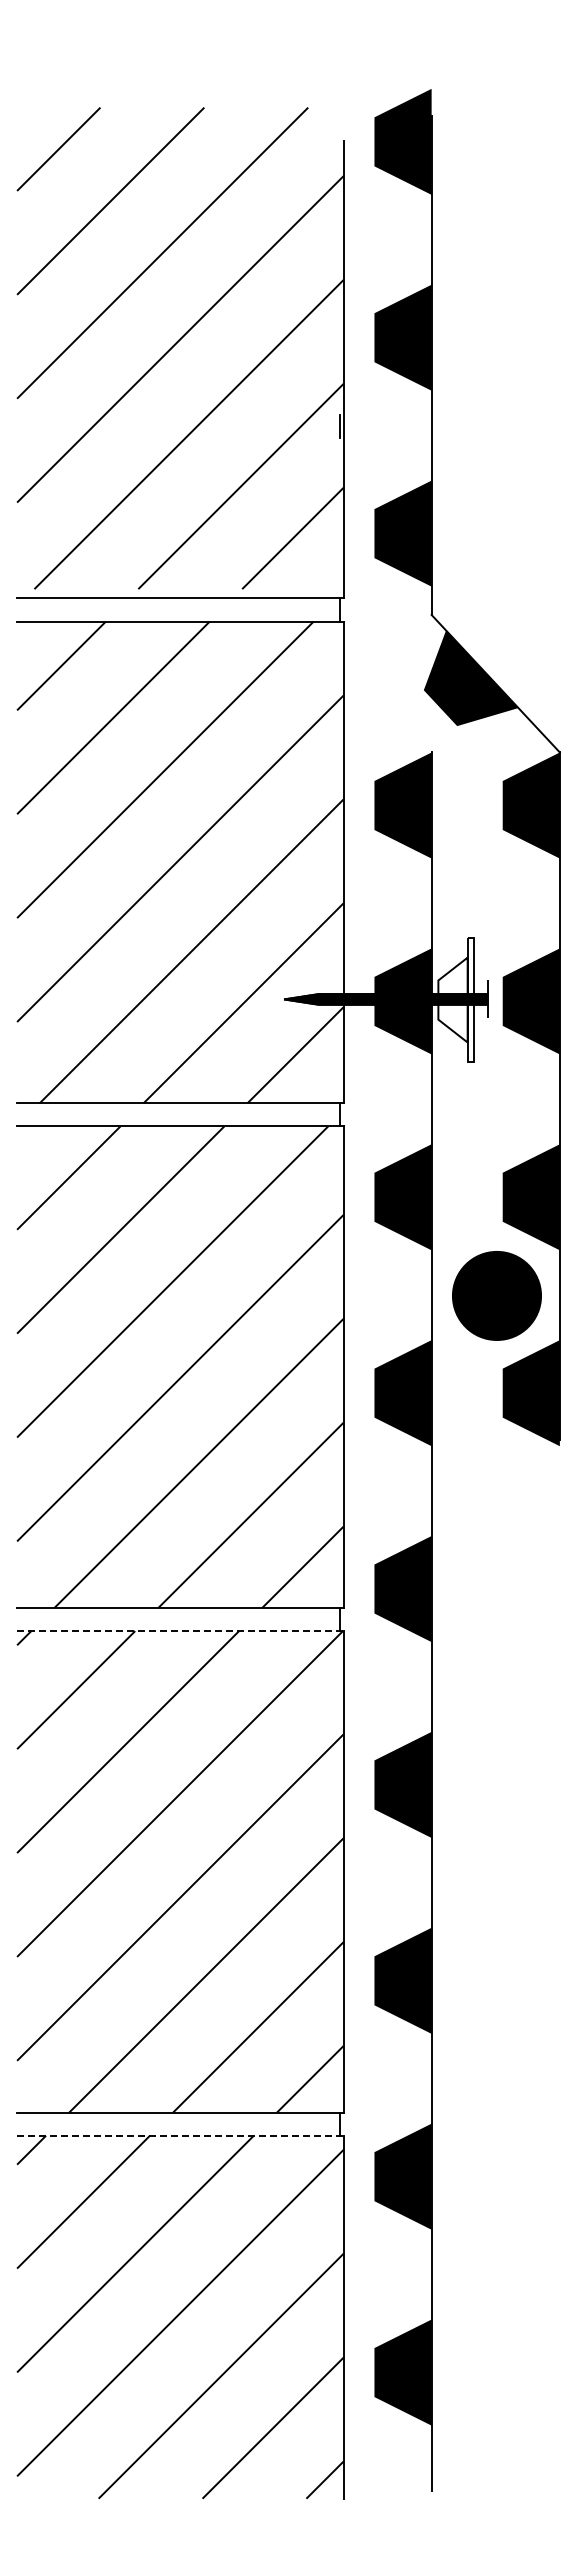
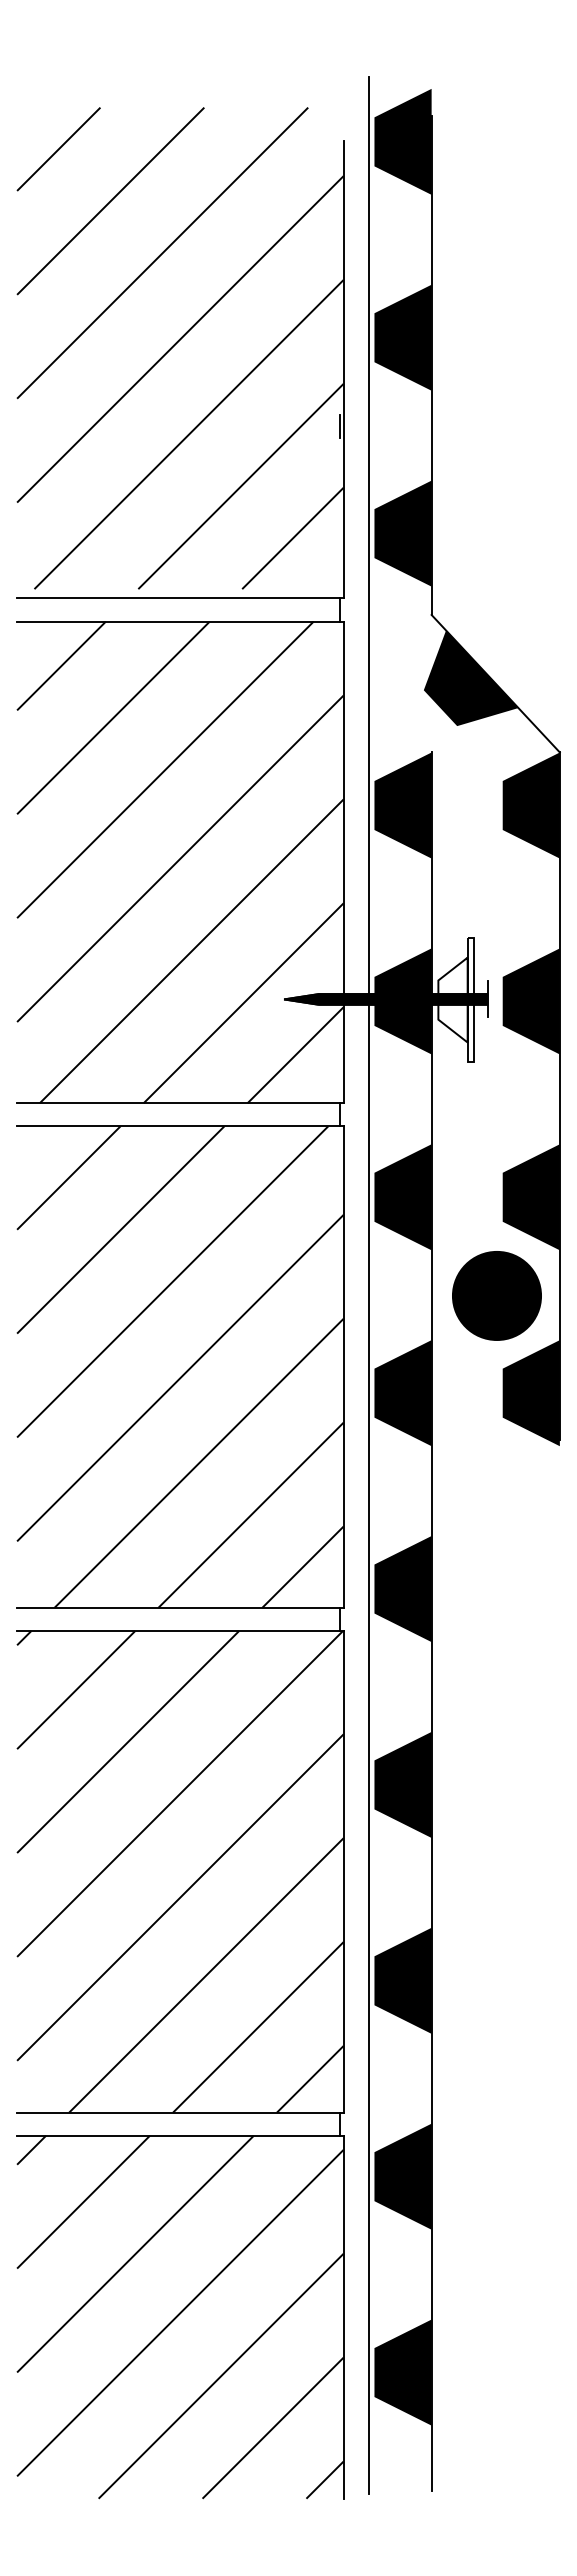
line at (368, 1285): none -> present
line at (180, 1631): dashed -> solid
line at (180, 2135): dashed -> solid
